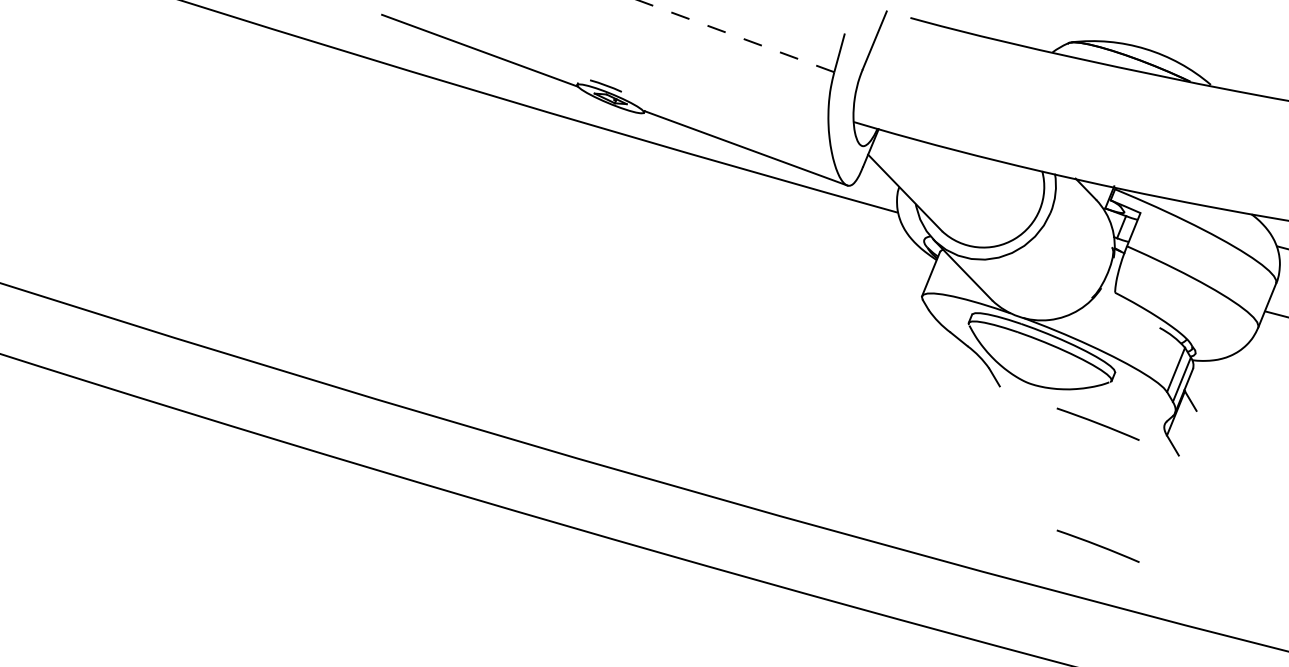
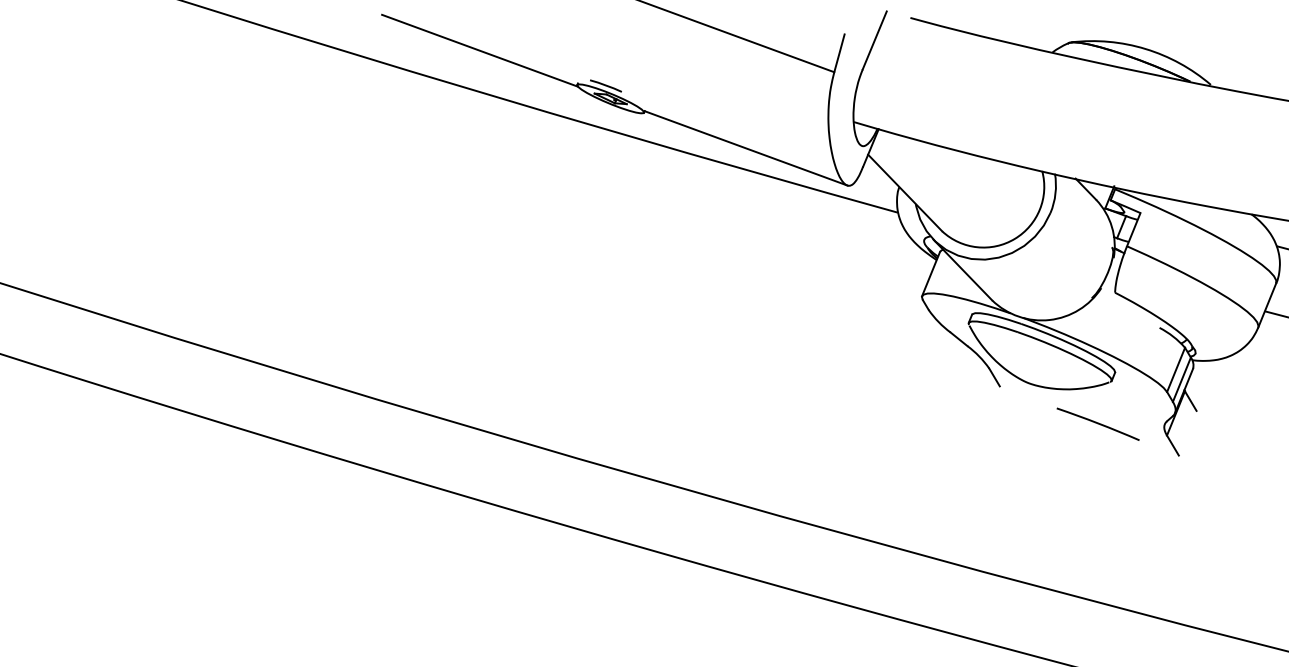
line at (735, 36): dashed -> solid
line at (1097, 545): present -> none
